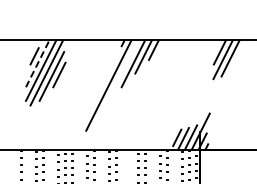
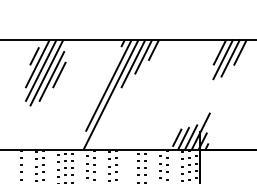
line at (240, 52): none -> present
line at (37, 63): dashed -> solid
line at (110, 94): none -> present
